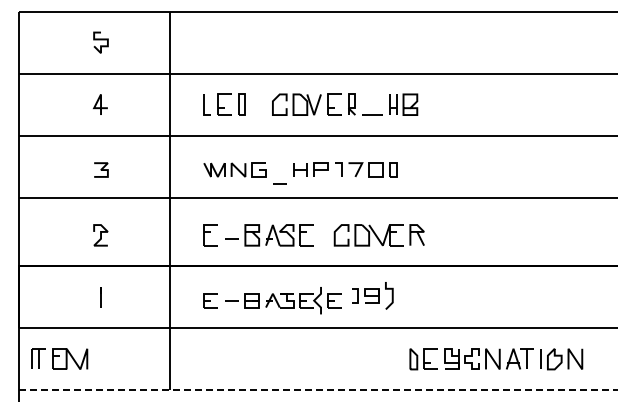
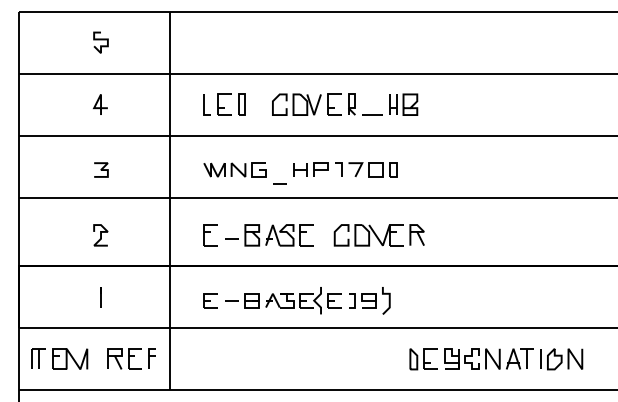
part at (372, 295) position: (372, 295) -> (369, 300)
part at (131, 358): none -> present
line at (318, 390): dashed -> solid
